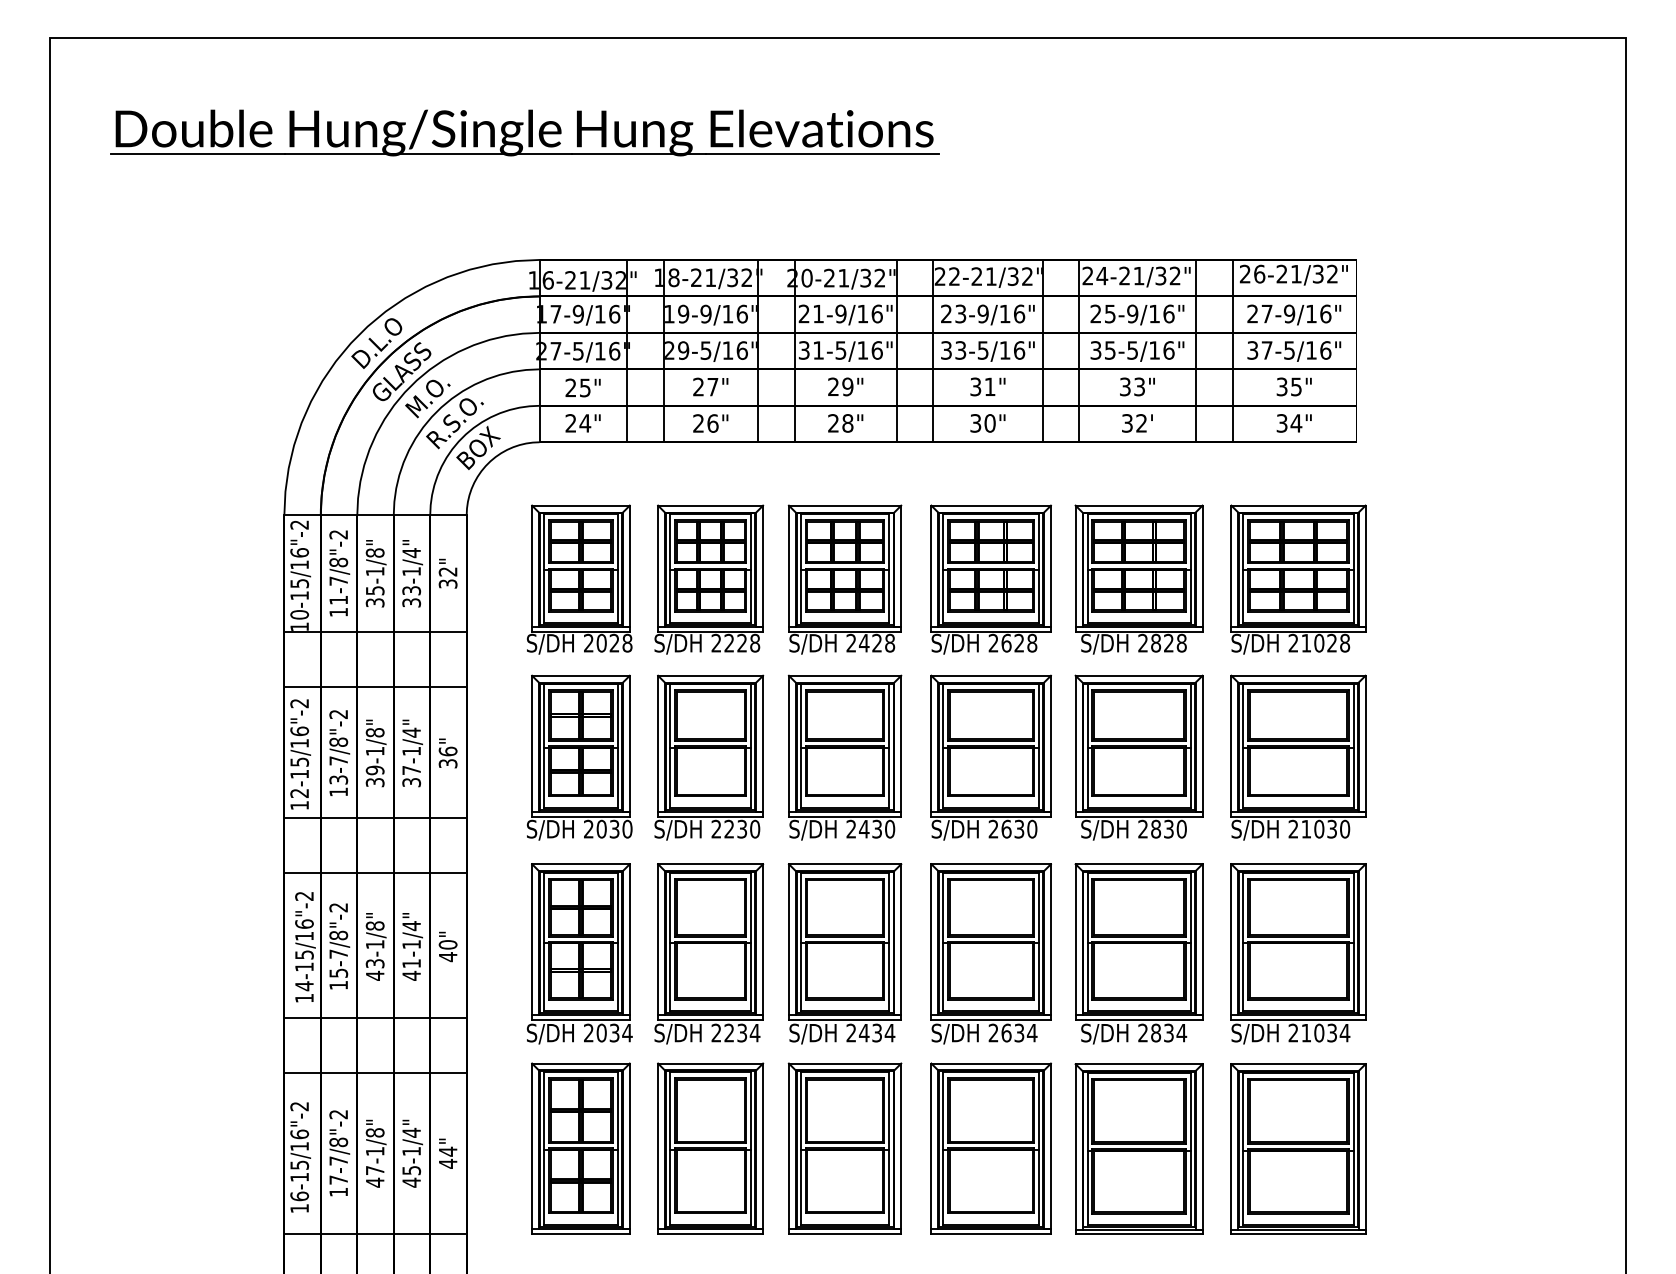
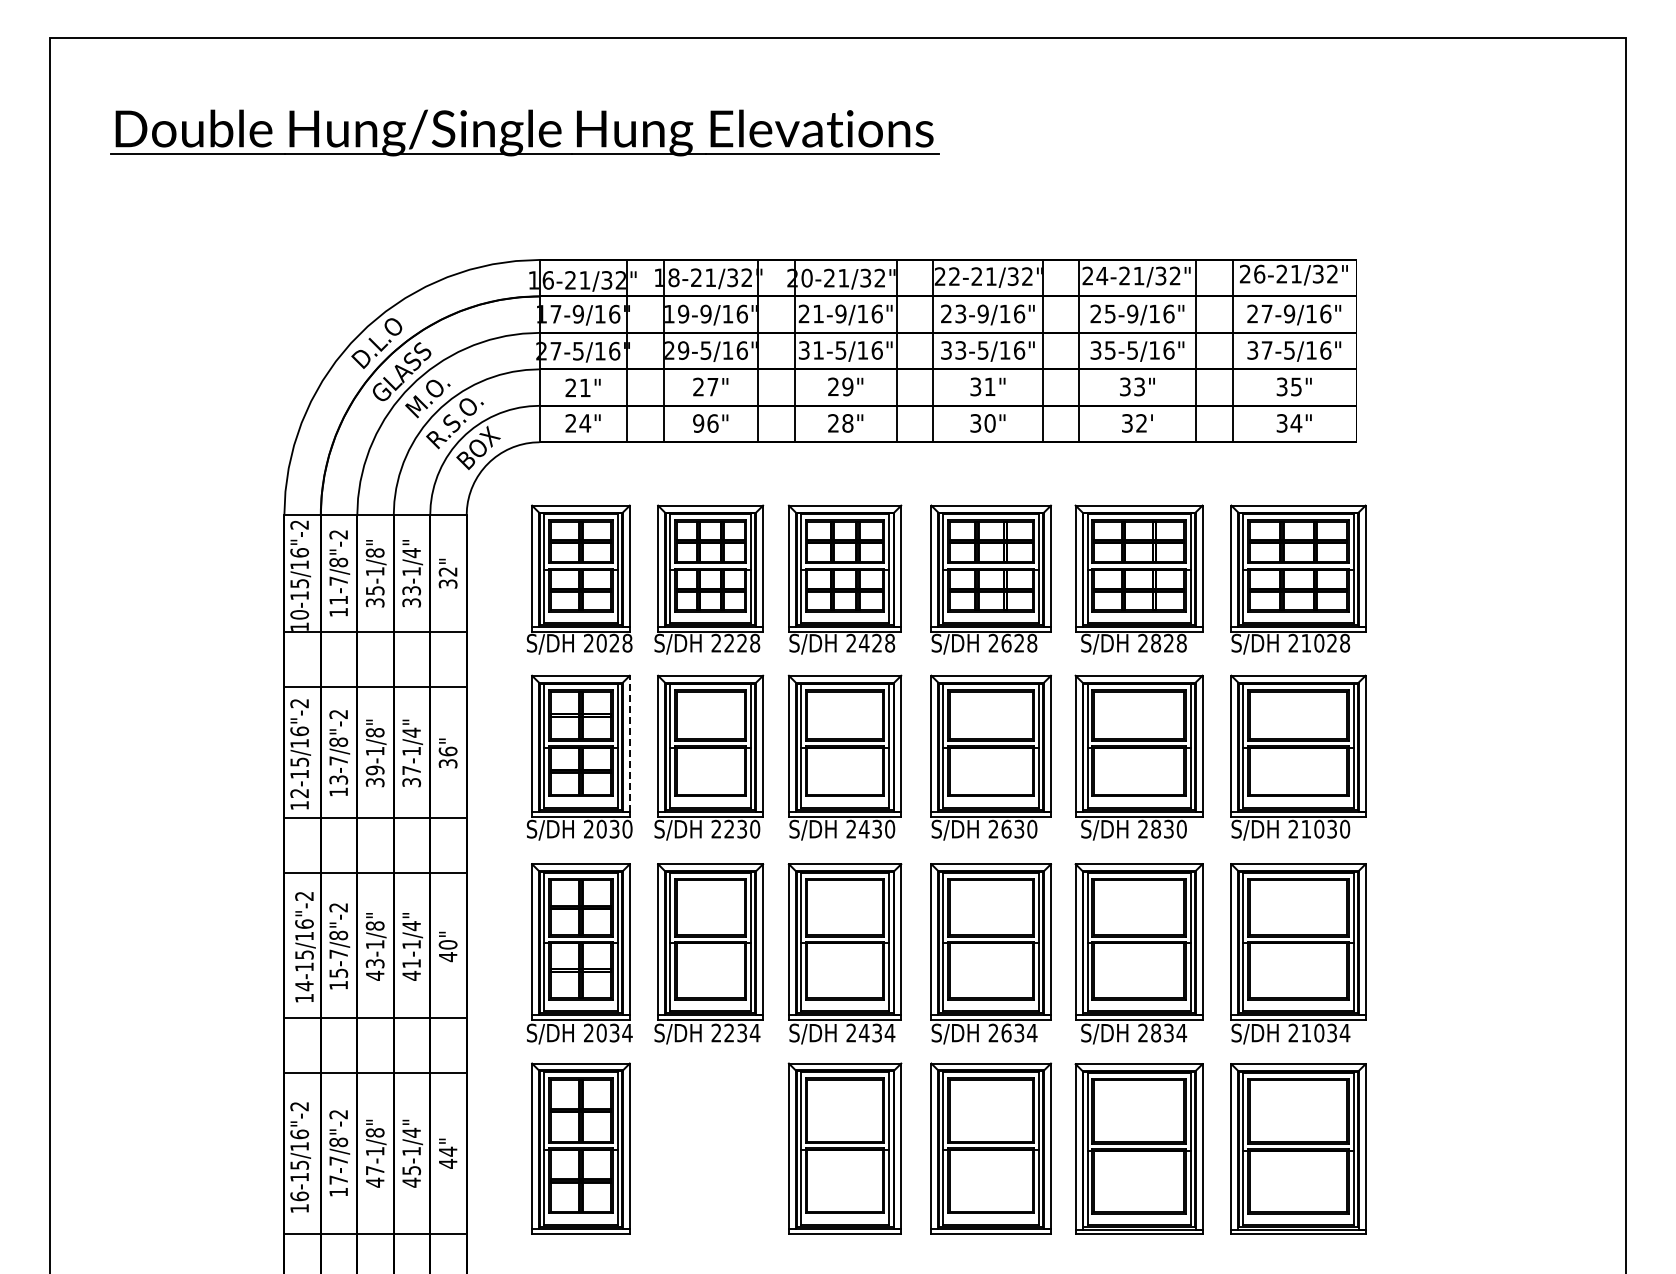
text at (585, 387): 25" -> 21"
text at (698, 423): 26" -> 96"
line at (629, 743): solid -> dashed
part at (710, 1148): present -> none
